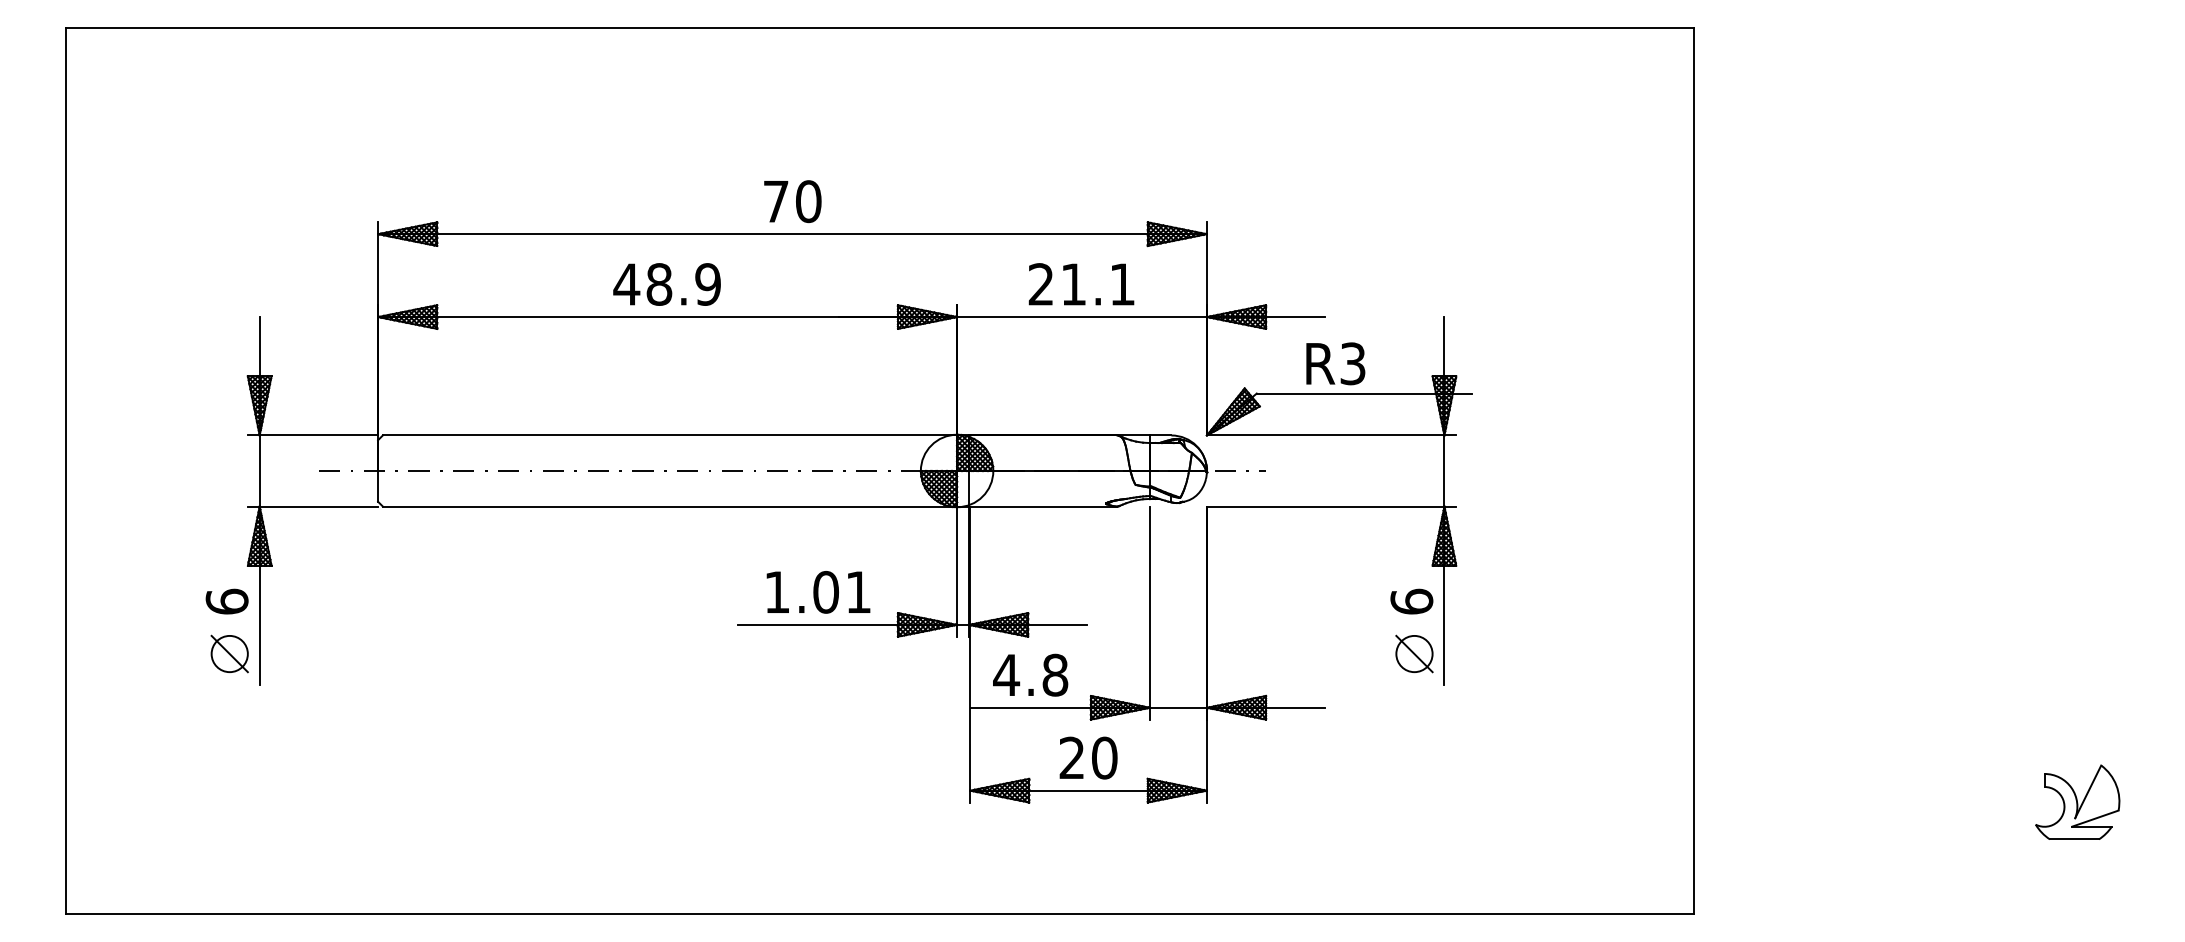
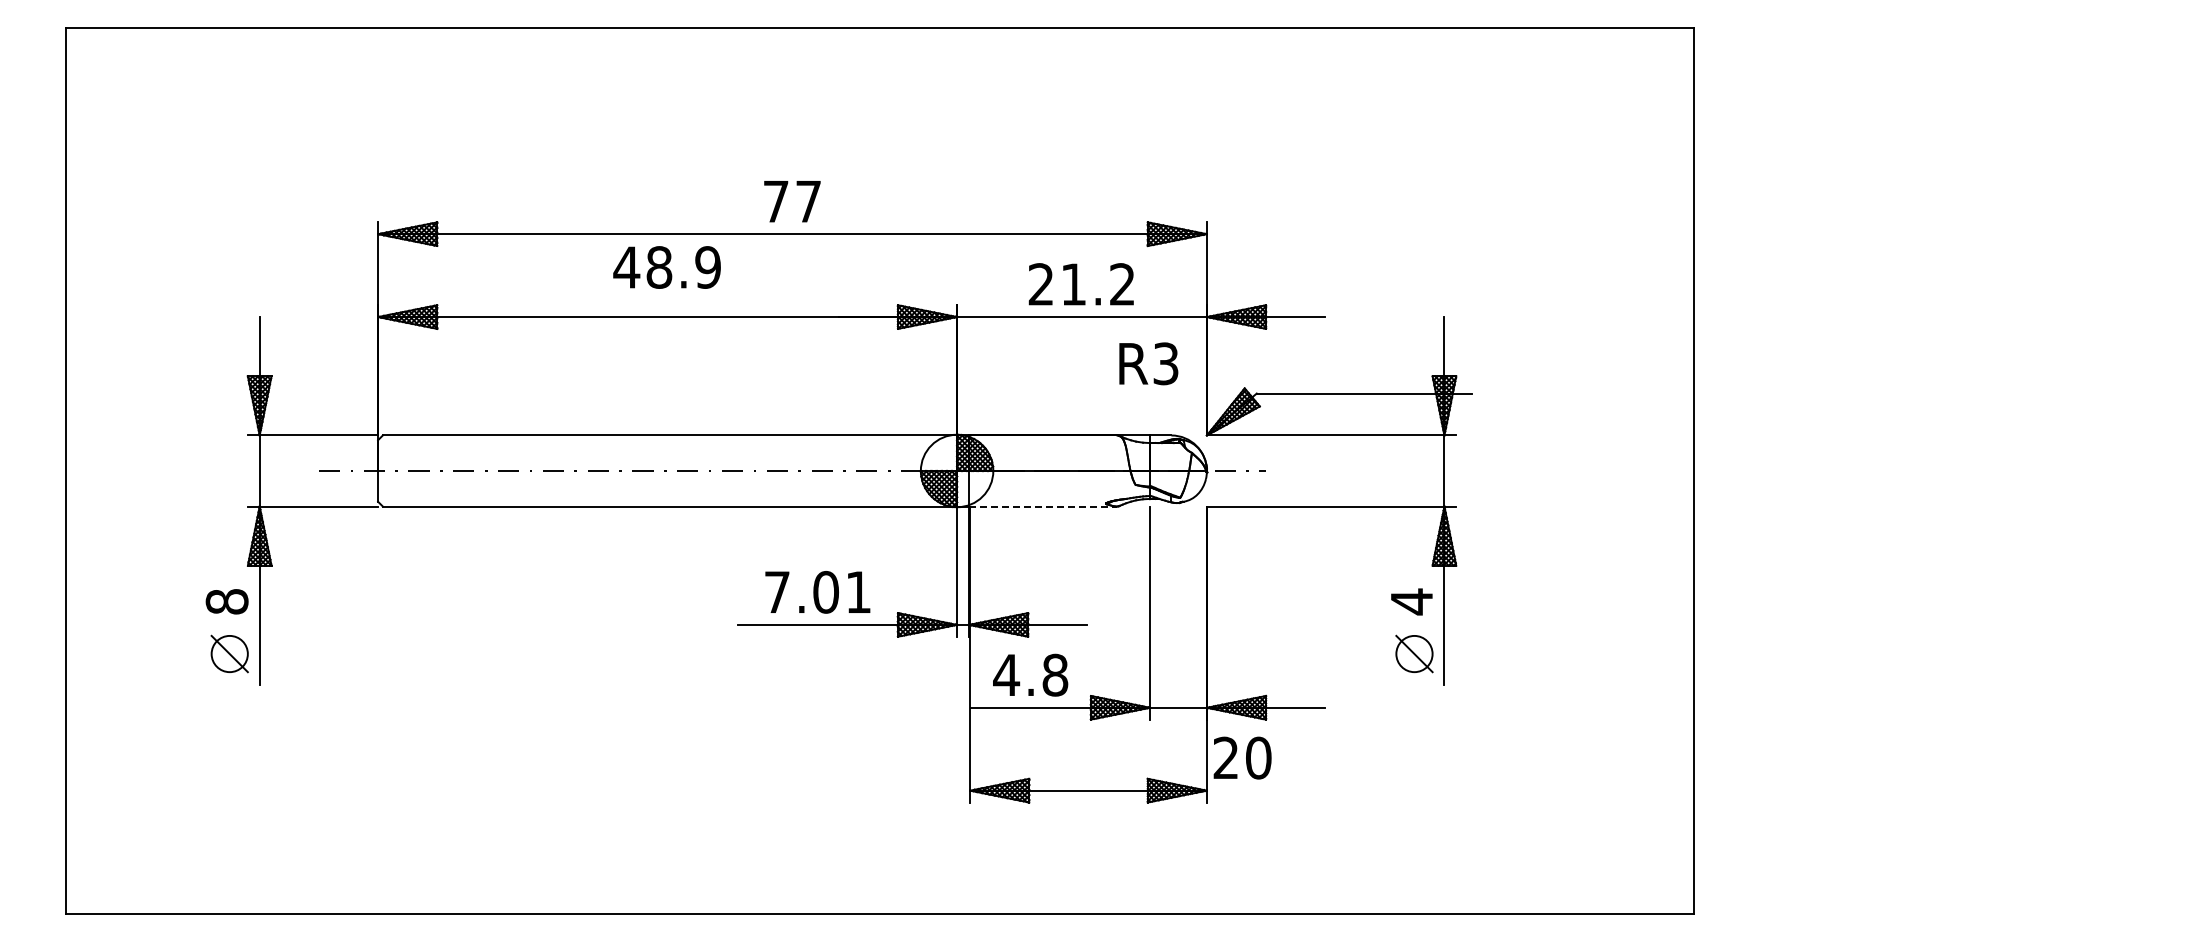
text at (808, 201): 70 -> 77
text at (666, 284) position: (666, 284) -> (666, 267)
text at (1122, 284): 21.1 -> 21.2
text at (1335, 363) position: (1335, 363) -> (1148, 363)
line at (1042, 506): solid -> dashed
text at (777, 591): 1.01 -> 7.01
text at (226, 601): 6 -> 8
text at (1411, 601): 6 -> 4
text at (1088, 757) position: (1088, 757) -> (1242, 757)
part at (2077, 801): present -> none
